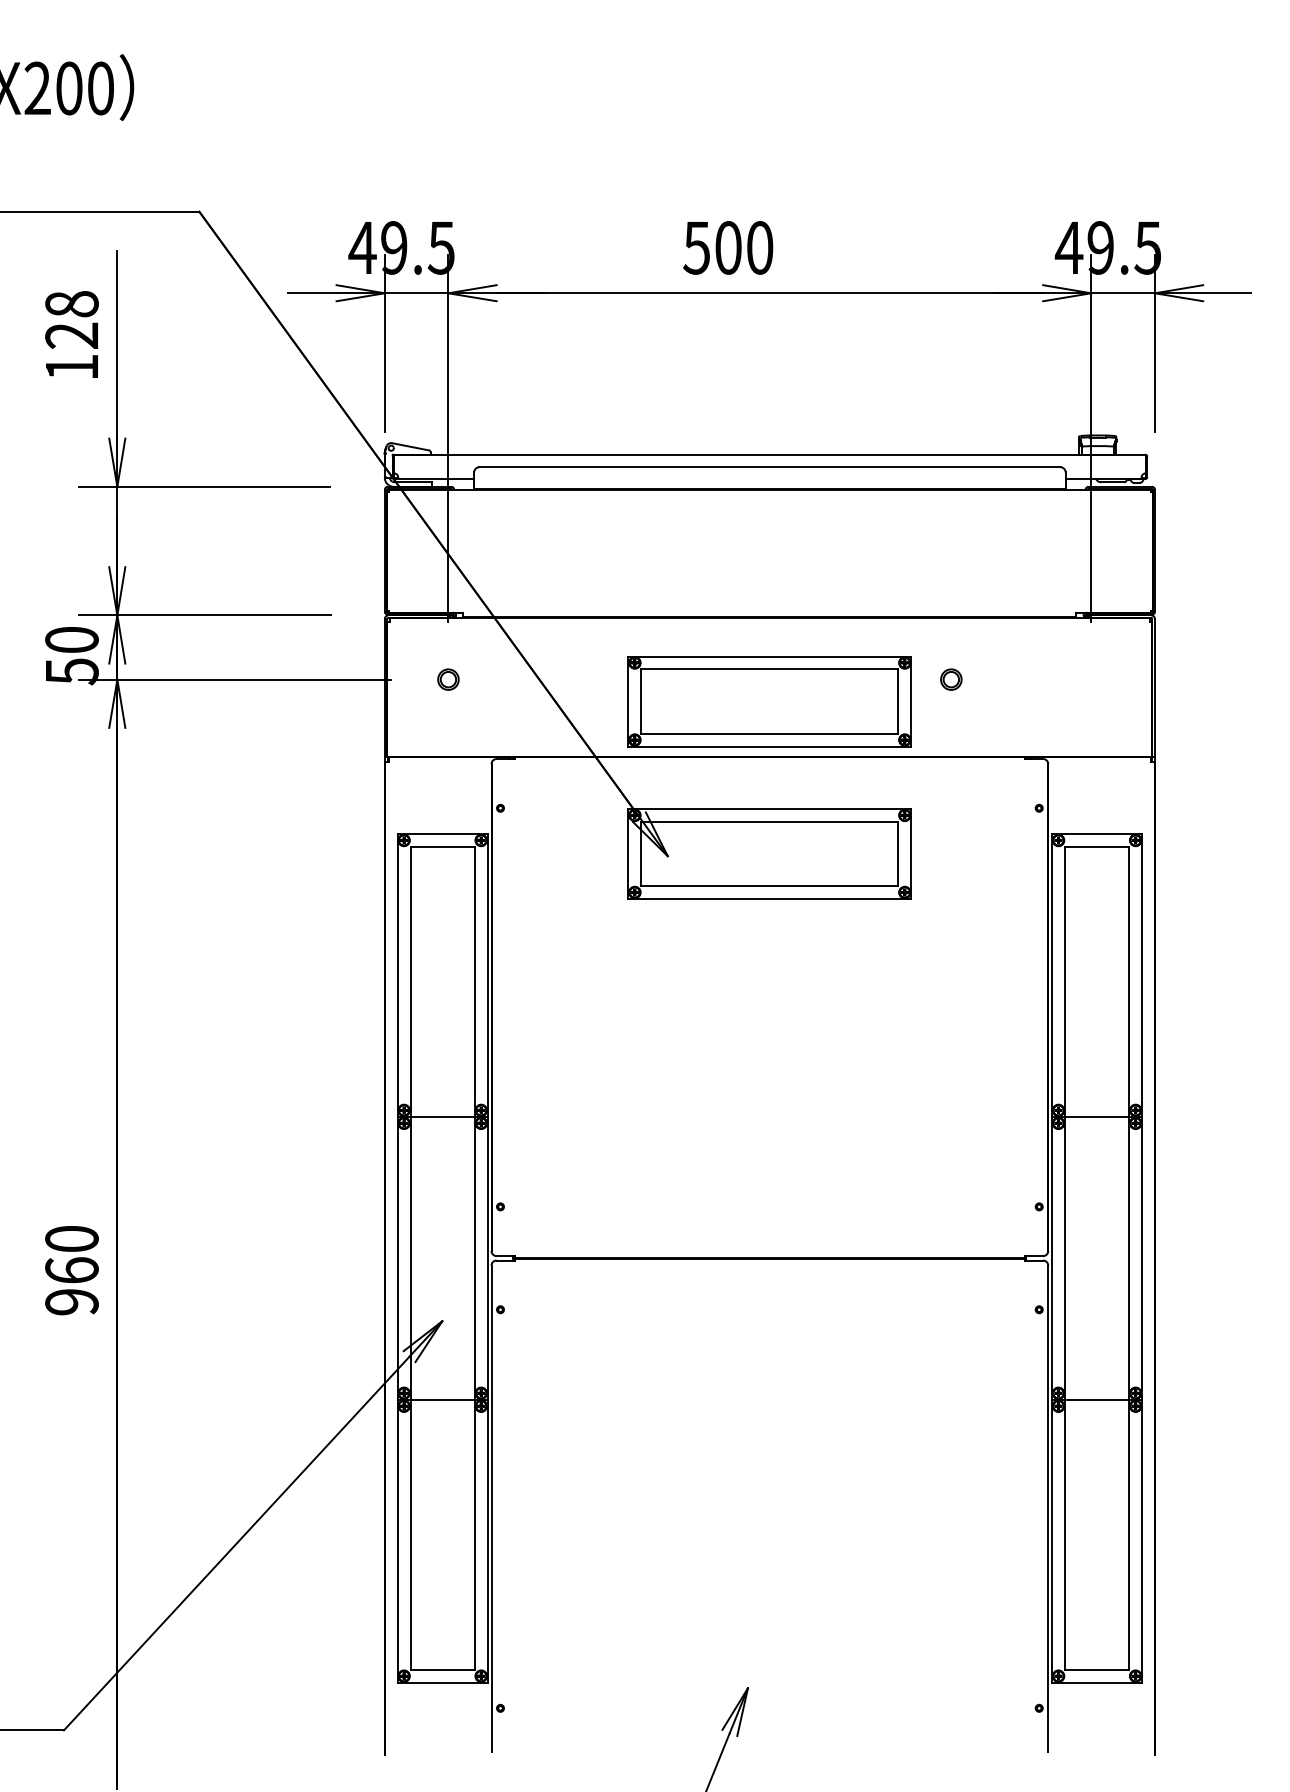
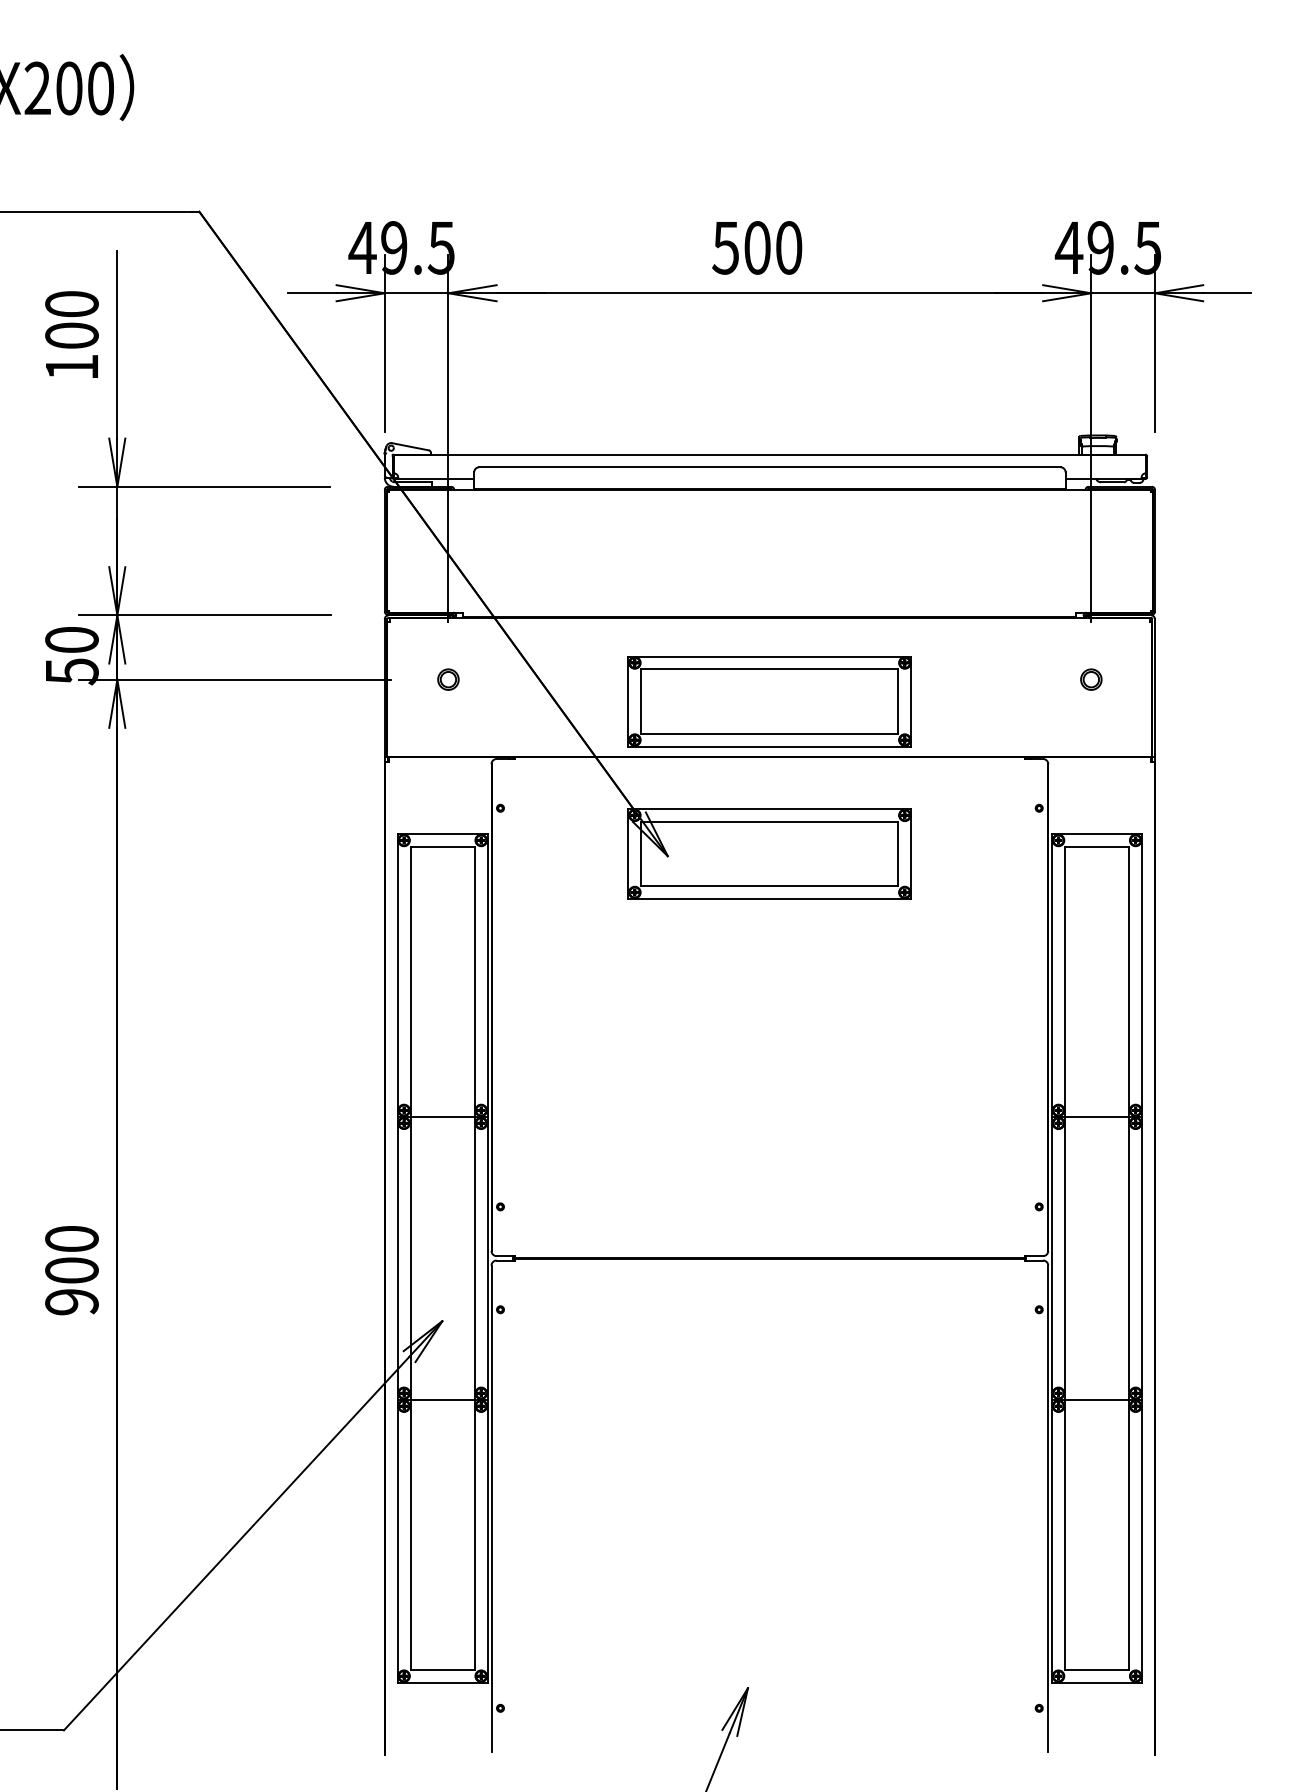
text at (728, 247) position: (728, 247) -> (757, 247)
text at (71, 319): 128 -> 100
part at (951, 679) position: (951, 679) -> (1091, 679)
text at (71, 1270): 960 -> 900
